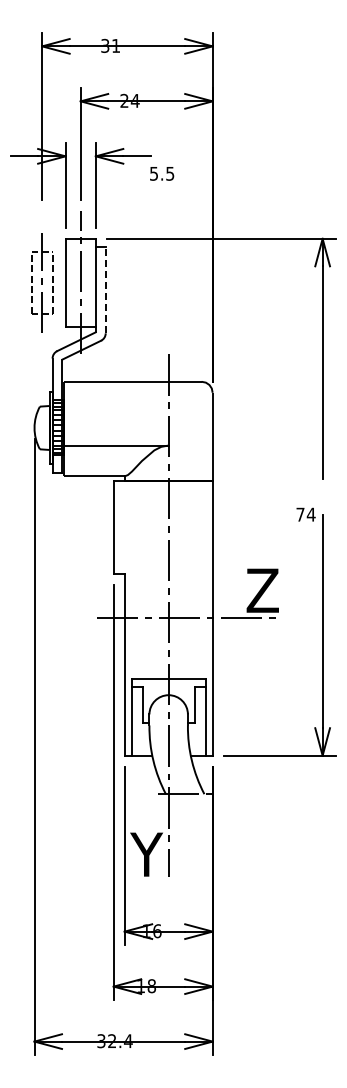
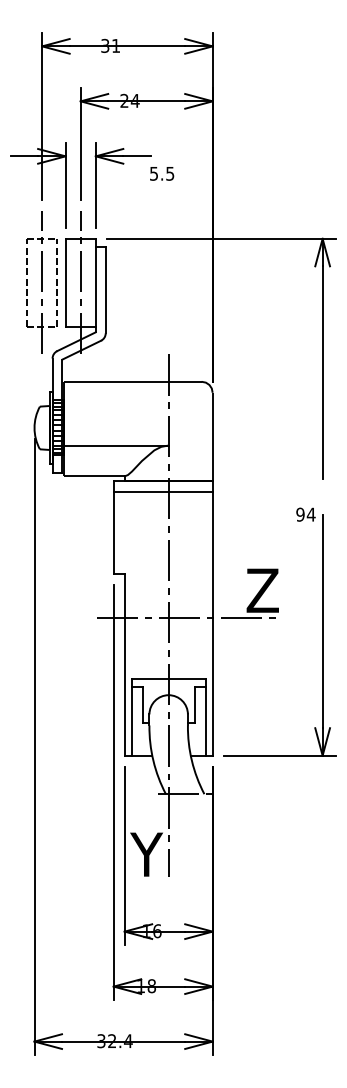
part at (42, 282) size: 23x100 px -> 32x143 px
line at (105, 289): dashed -> solid
line at (162, 491): none -> present
text at (300, 514): 74 -> 94
